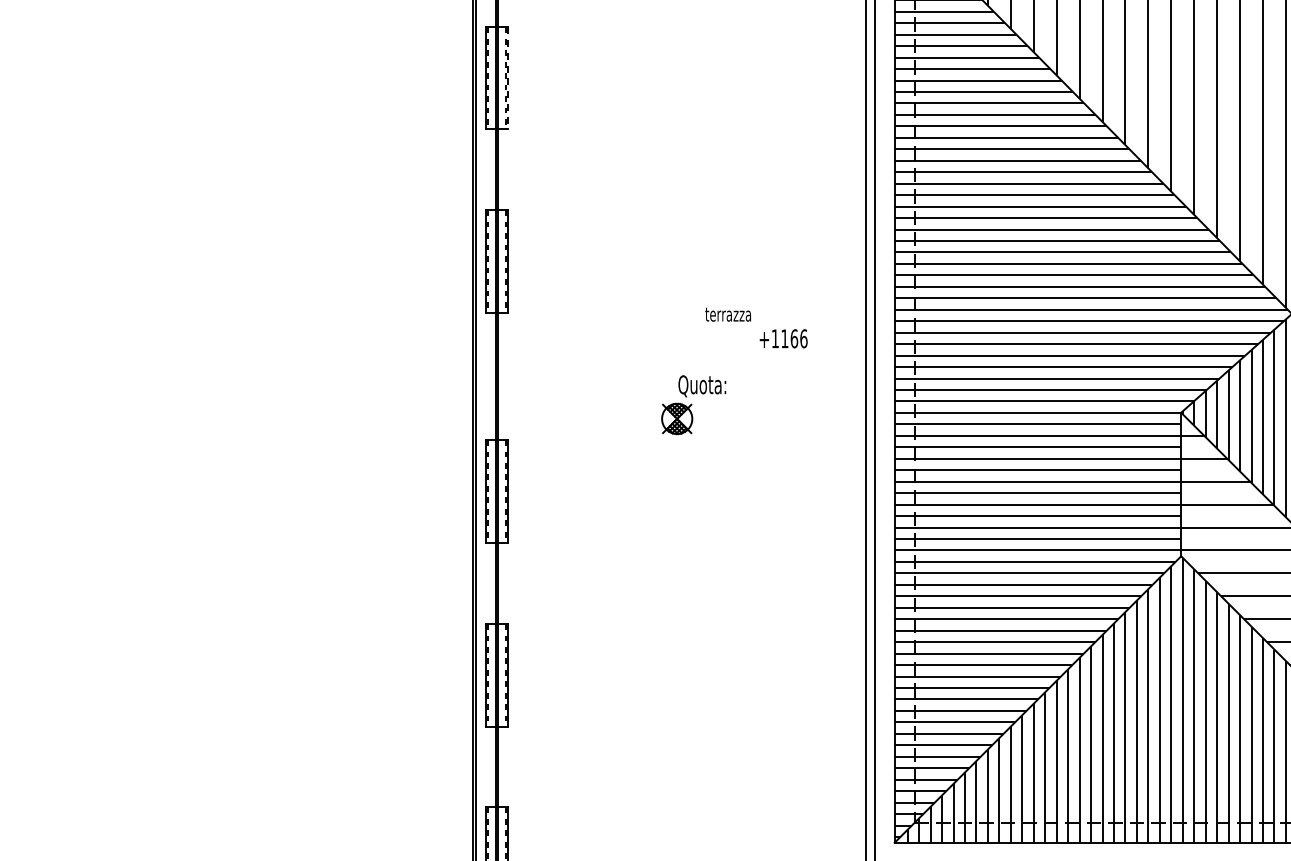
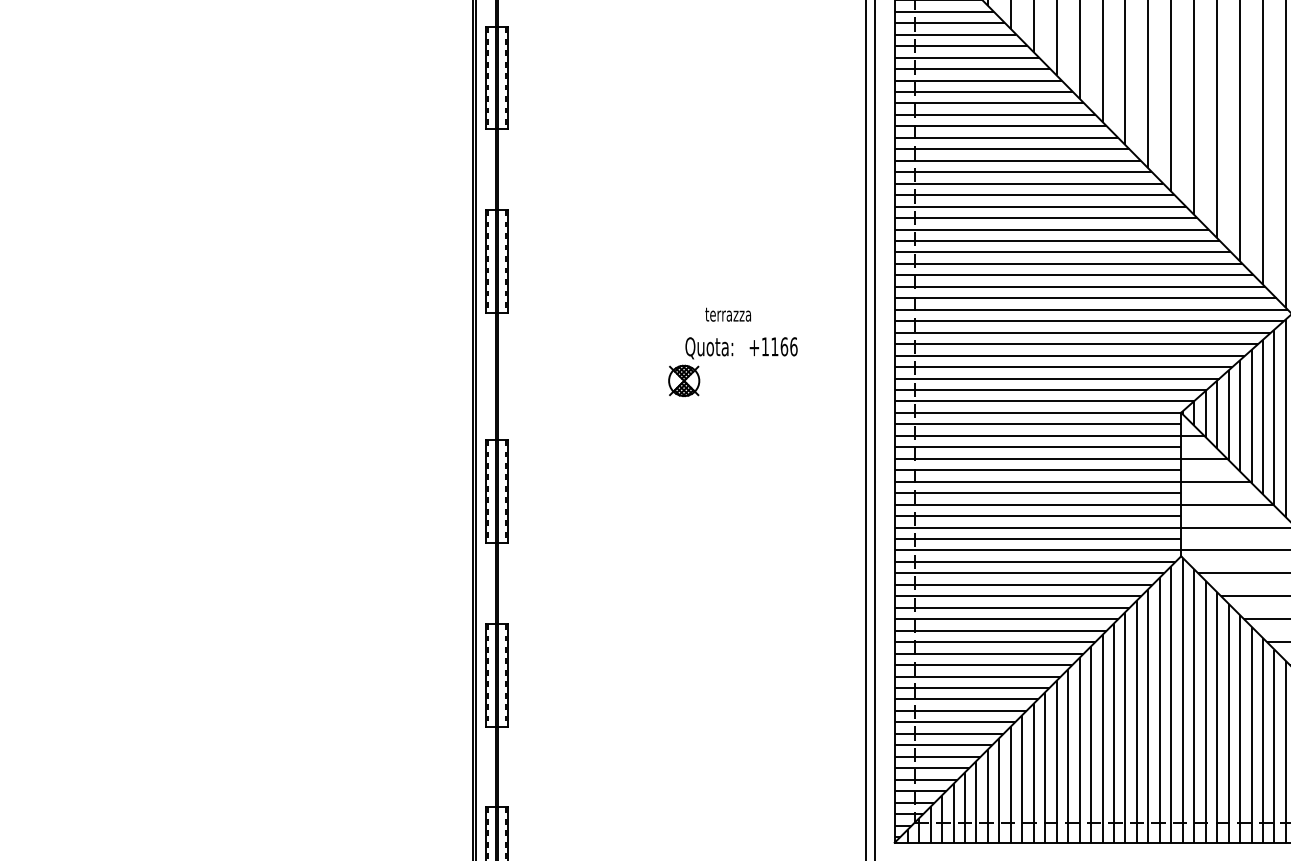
line at (507, 78): dashed -> solid
text at (783, 338) position: (783, 338) -> (773, 346)
part at (693, 405) position: (693, 405) -> (700, 367)
